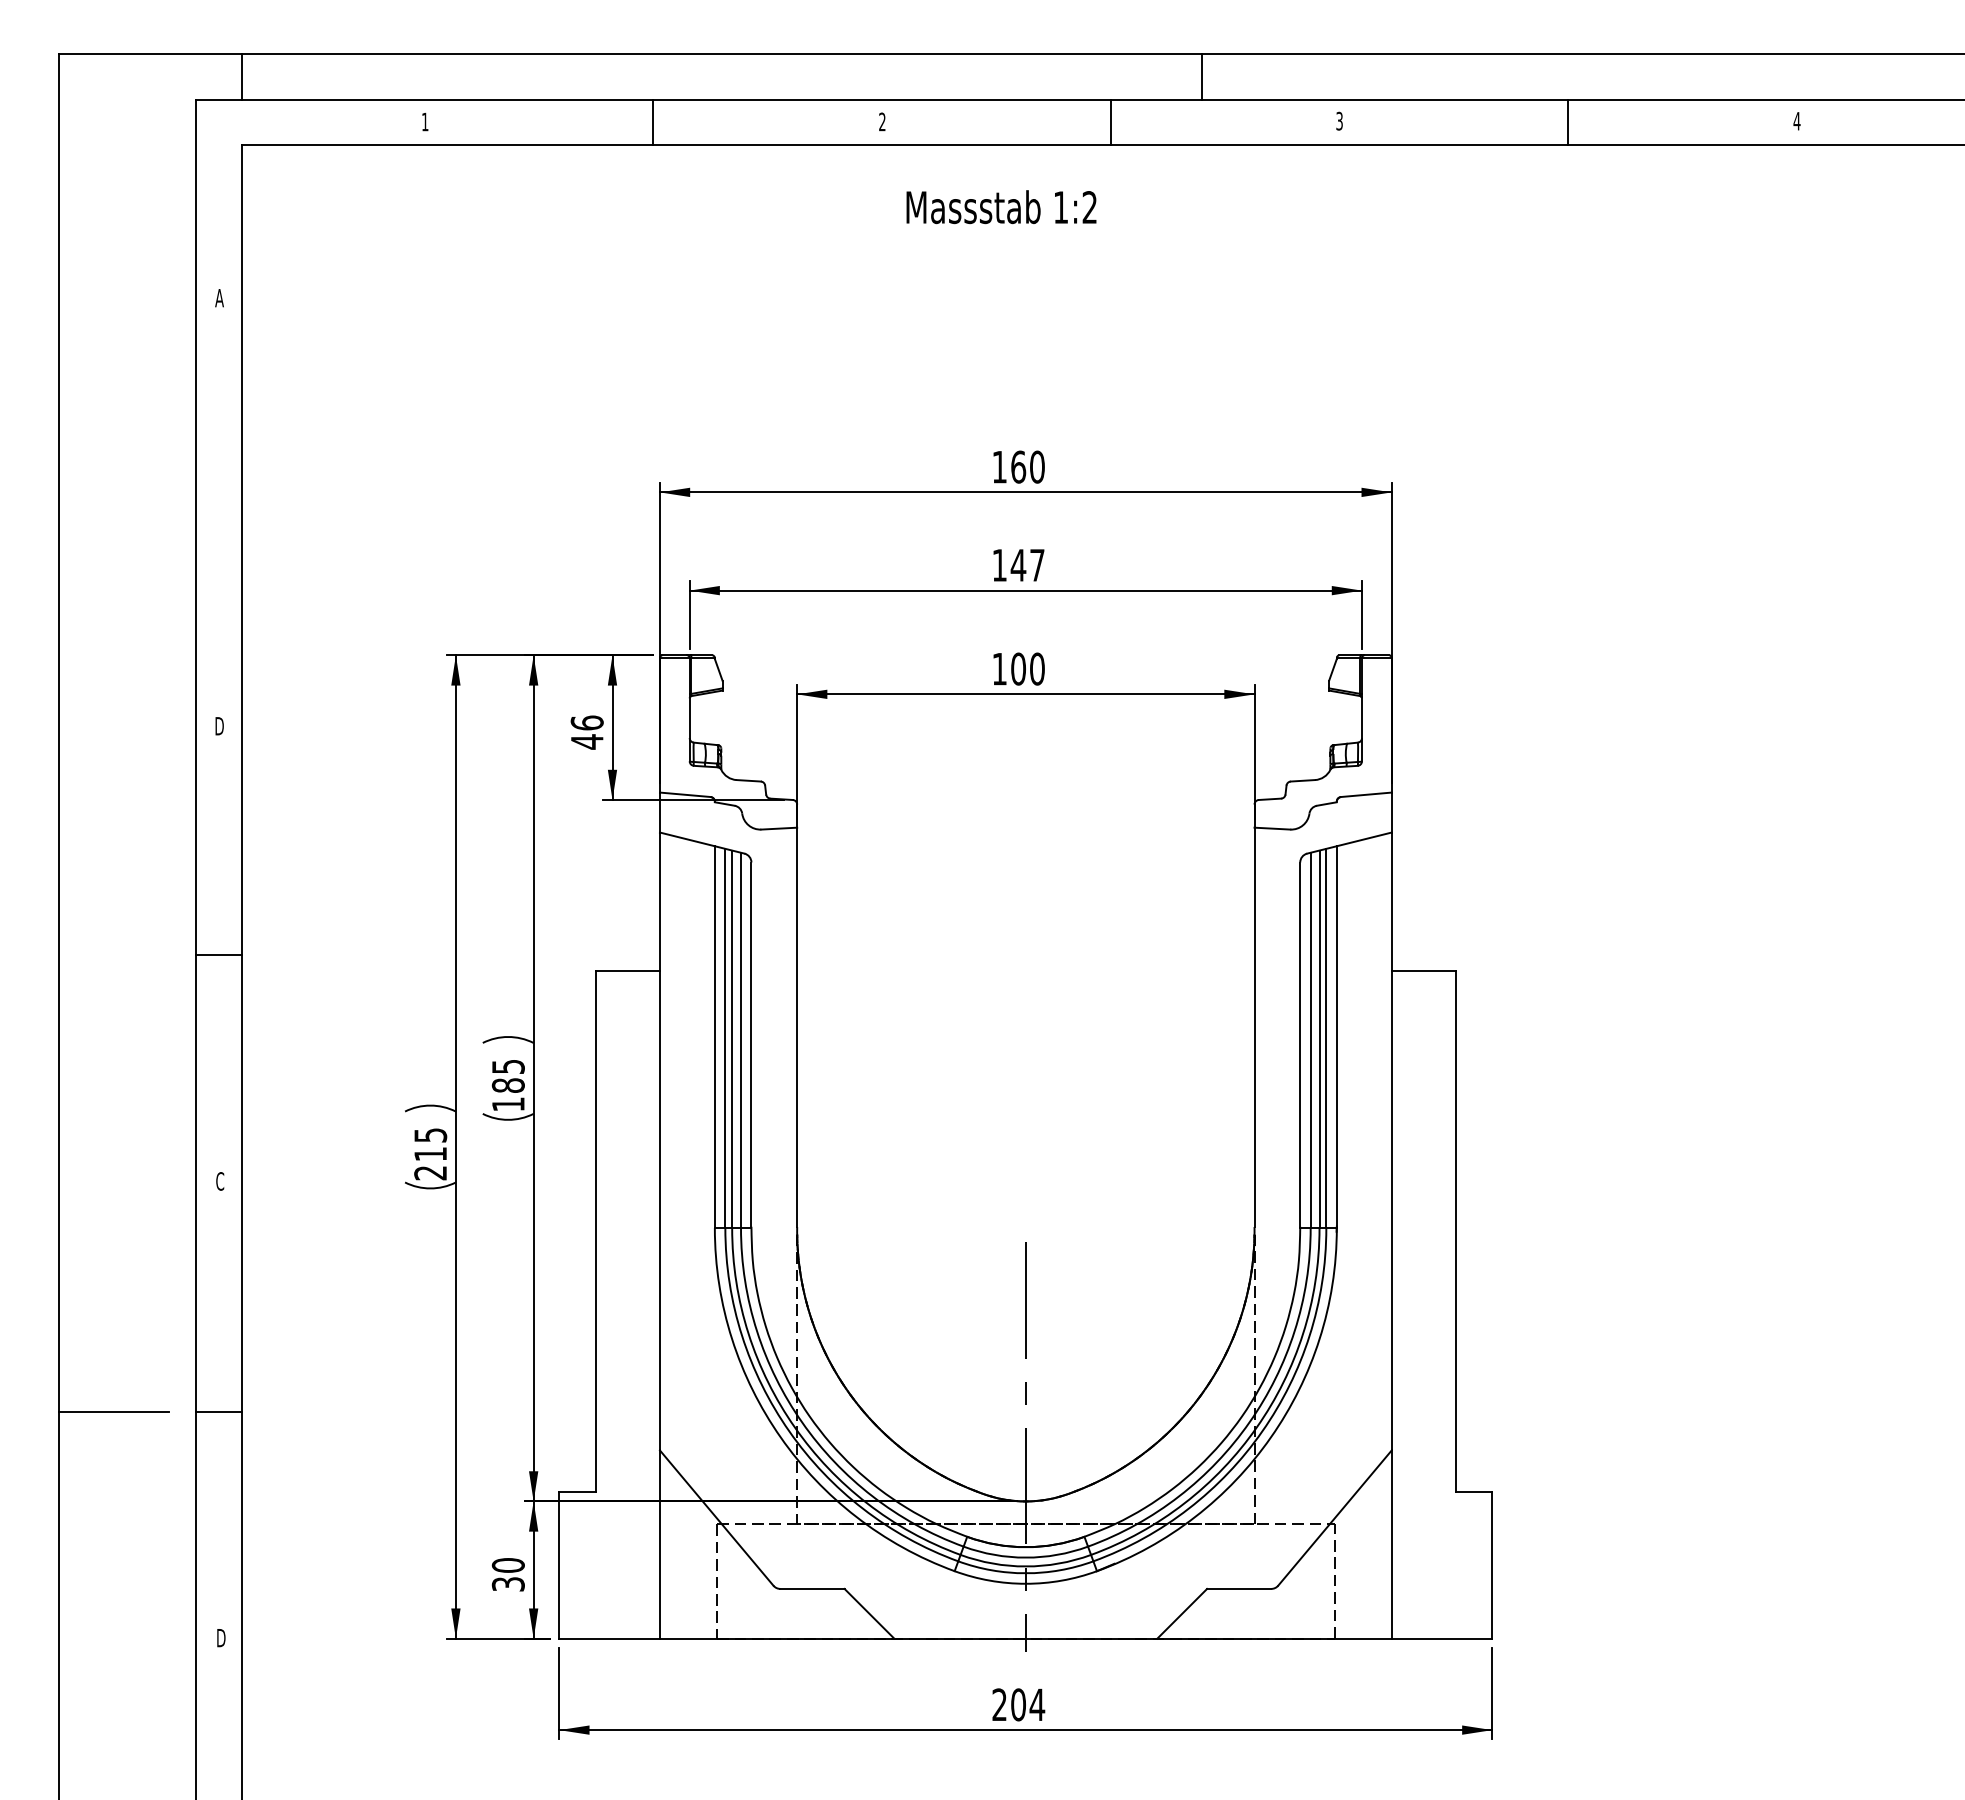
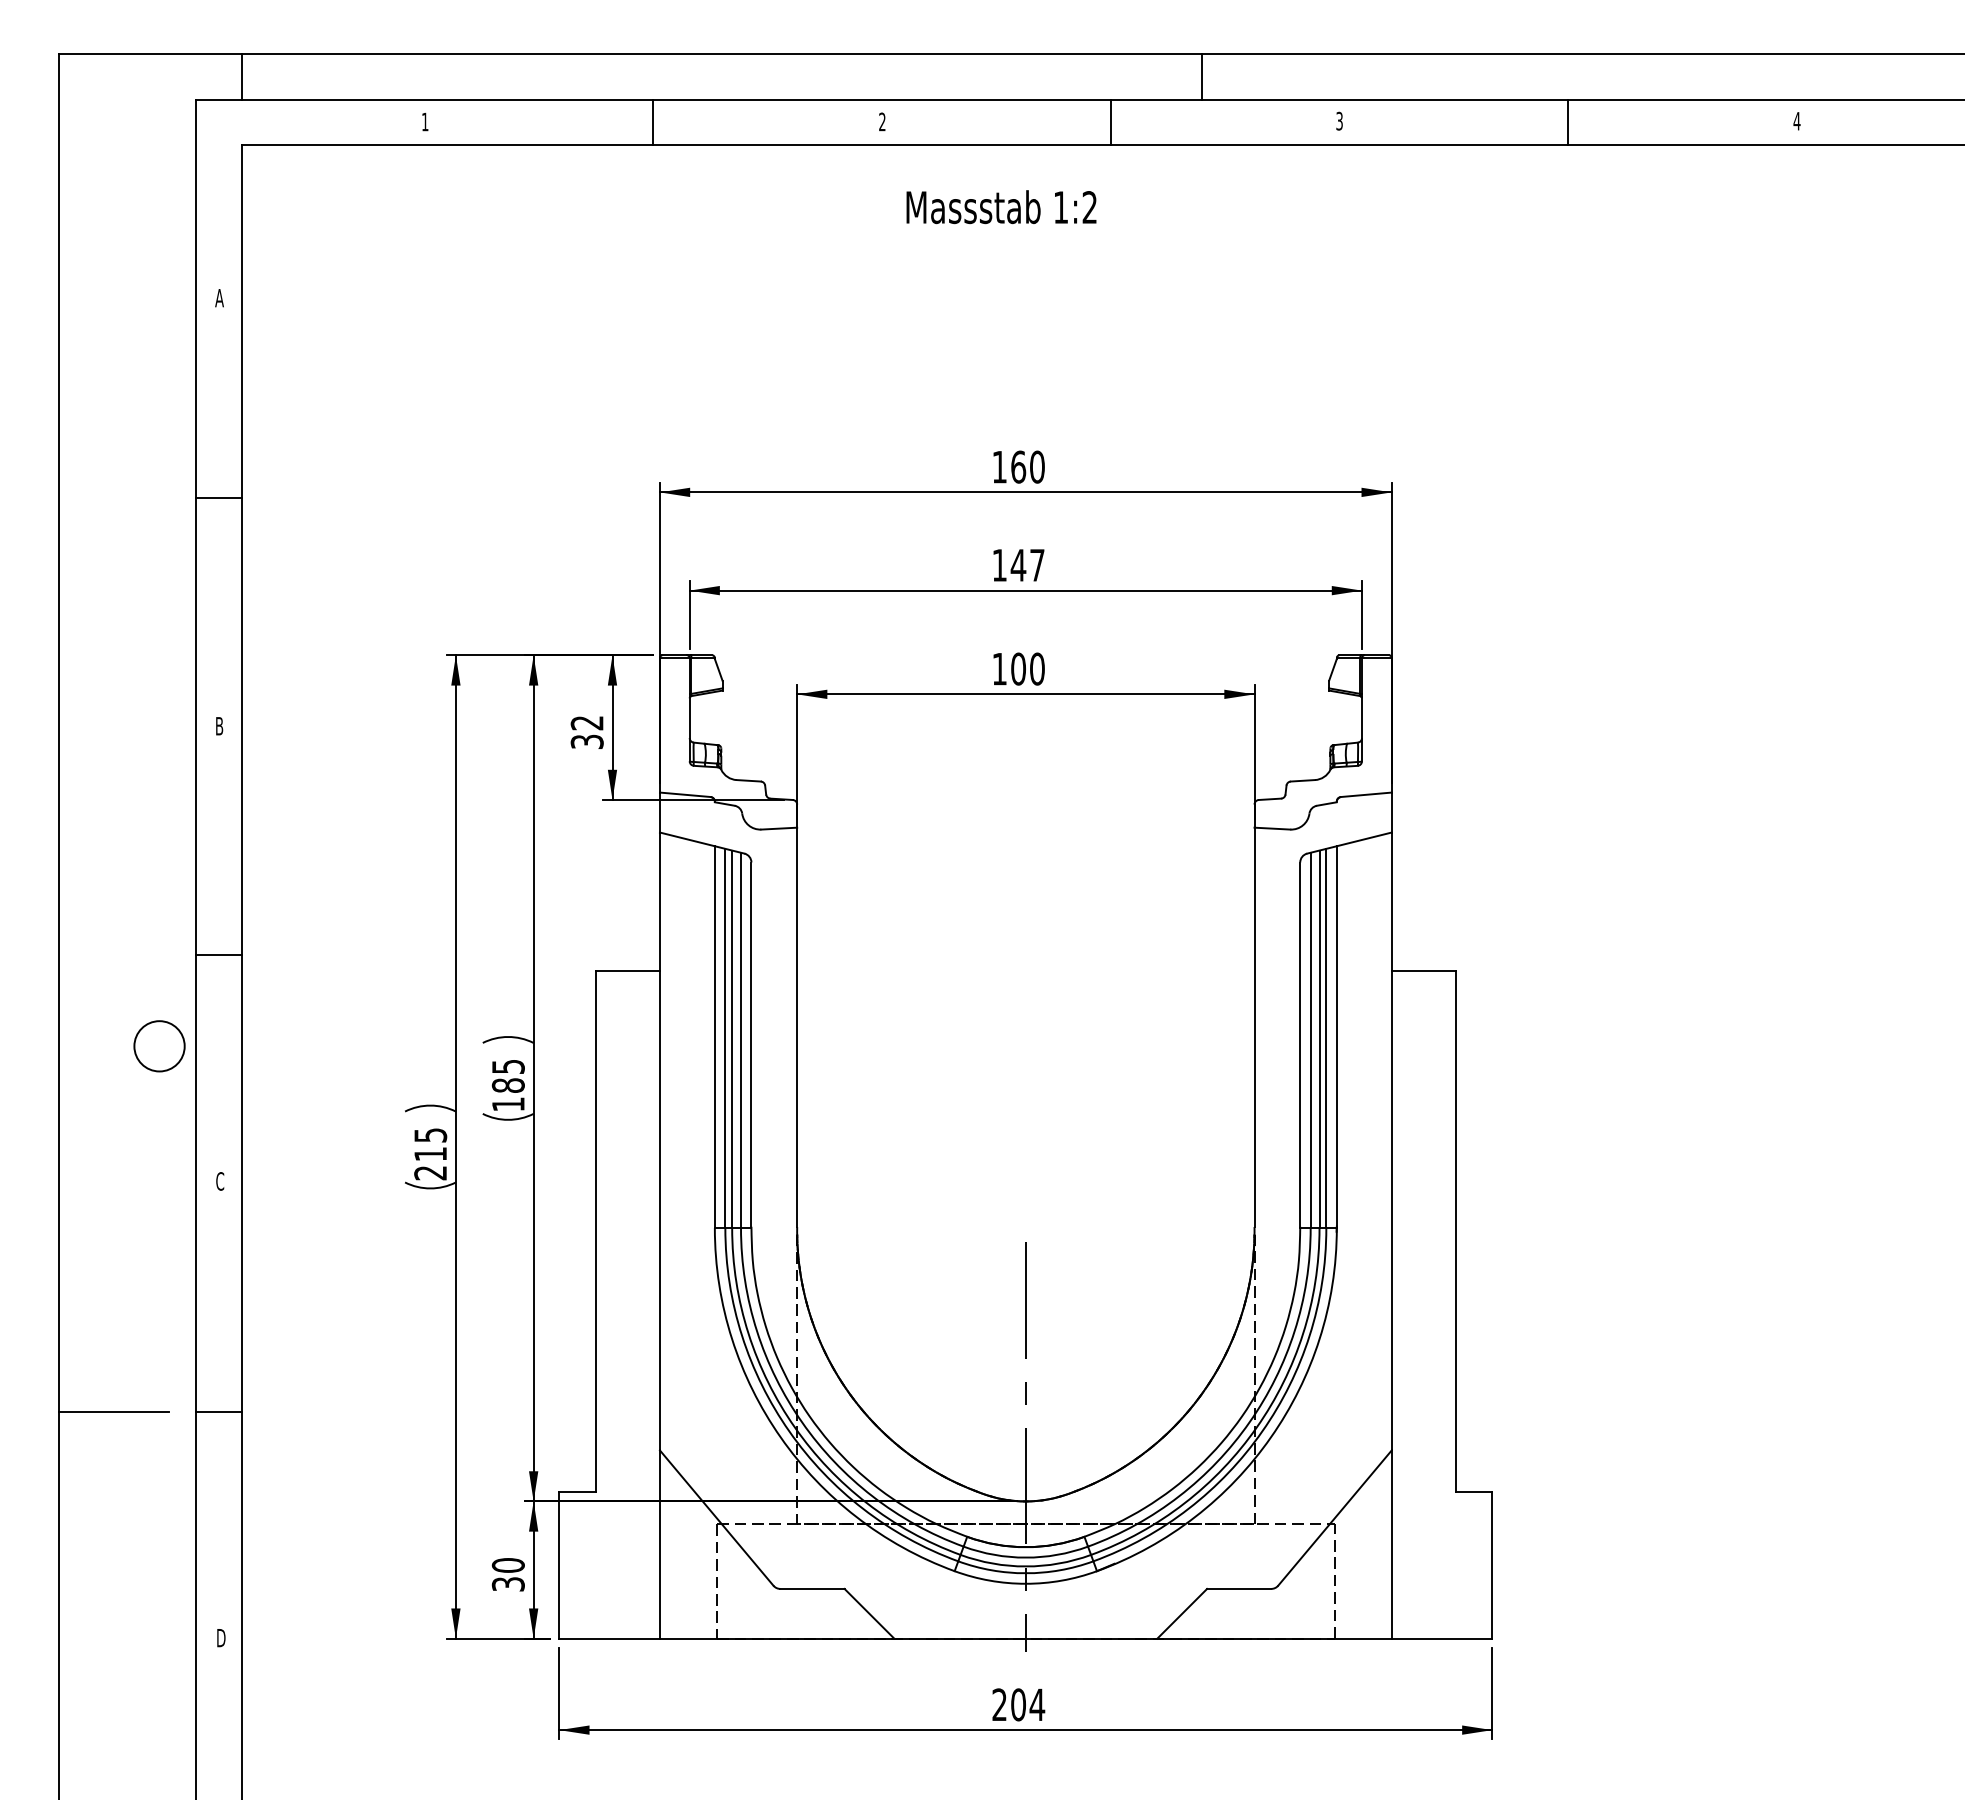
line at (218, 497): none -> present
text at (219, 726): D -> B
text at (586, 732): 46 -> 32
circle at (159, 1046): none -> present
